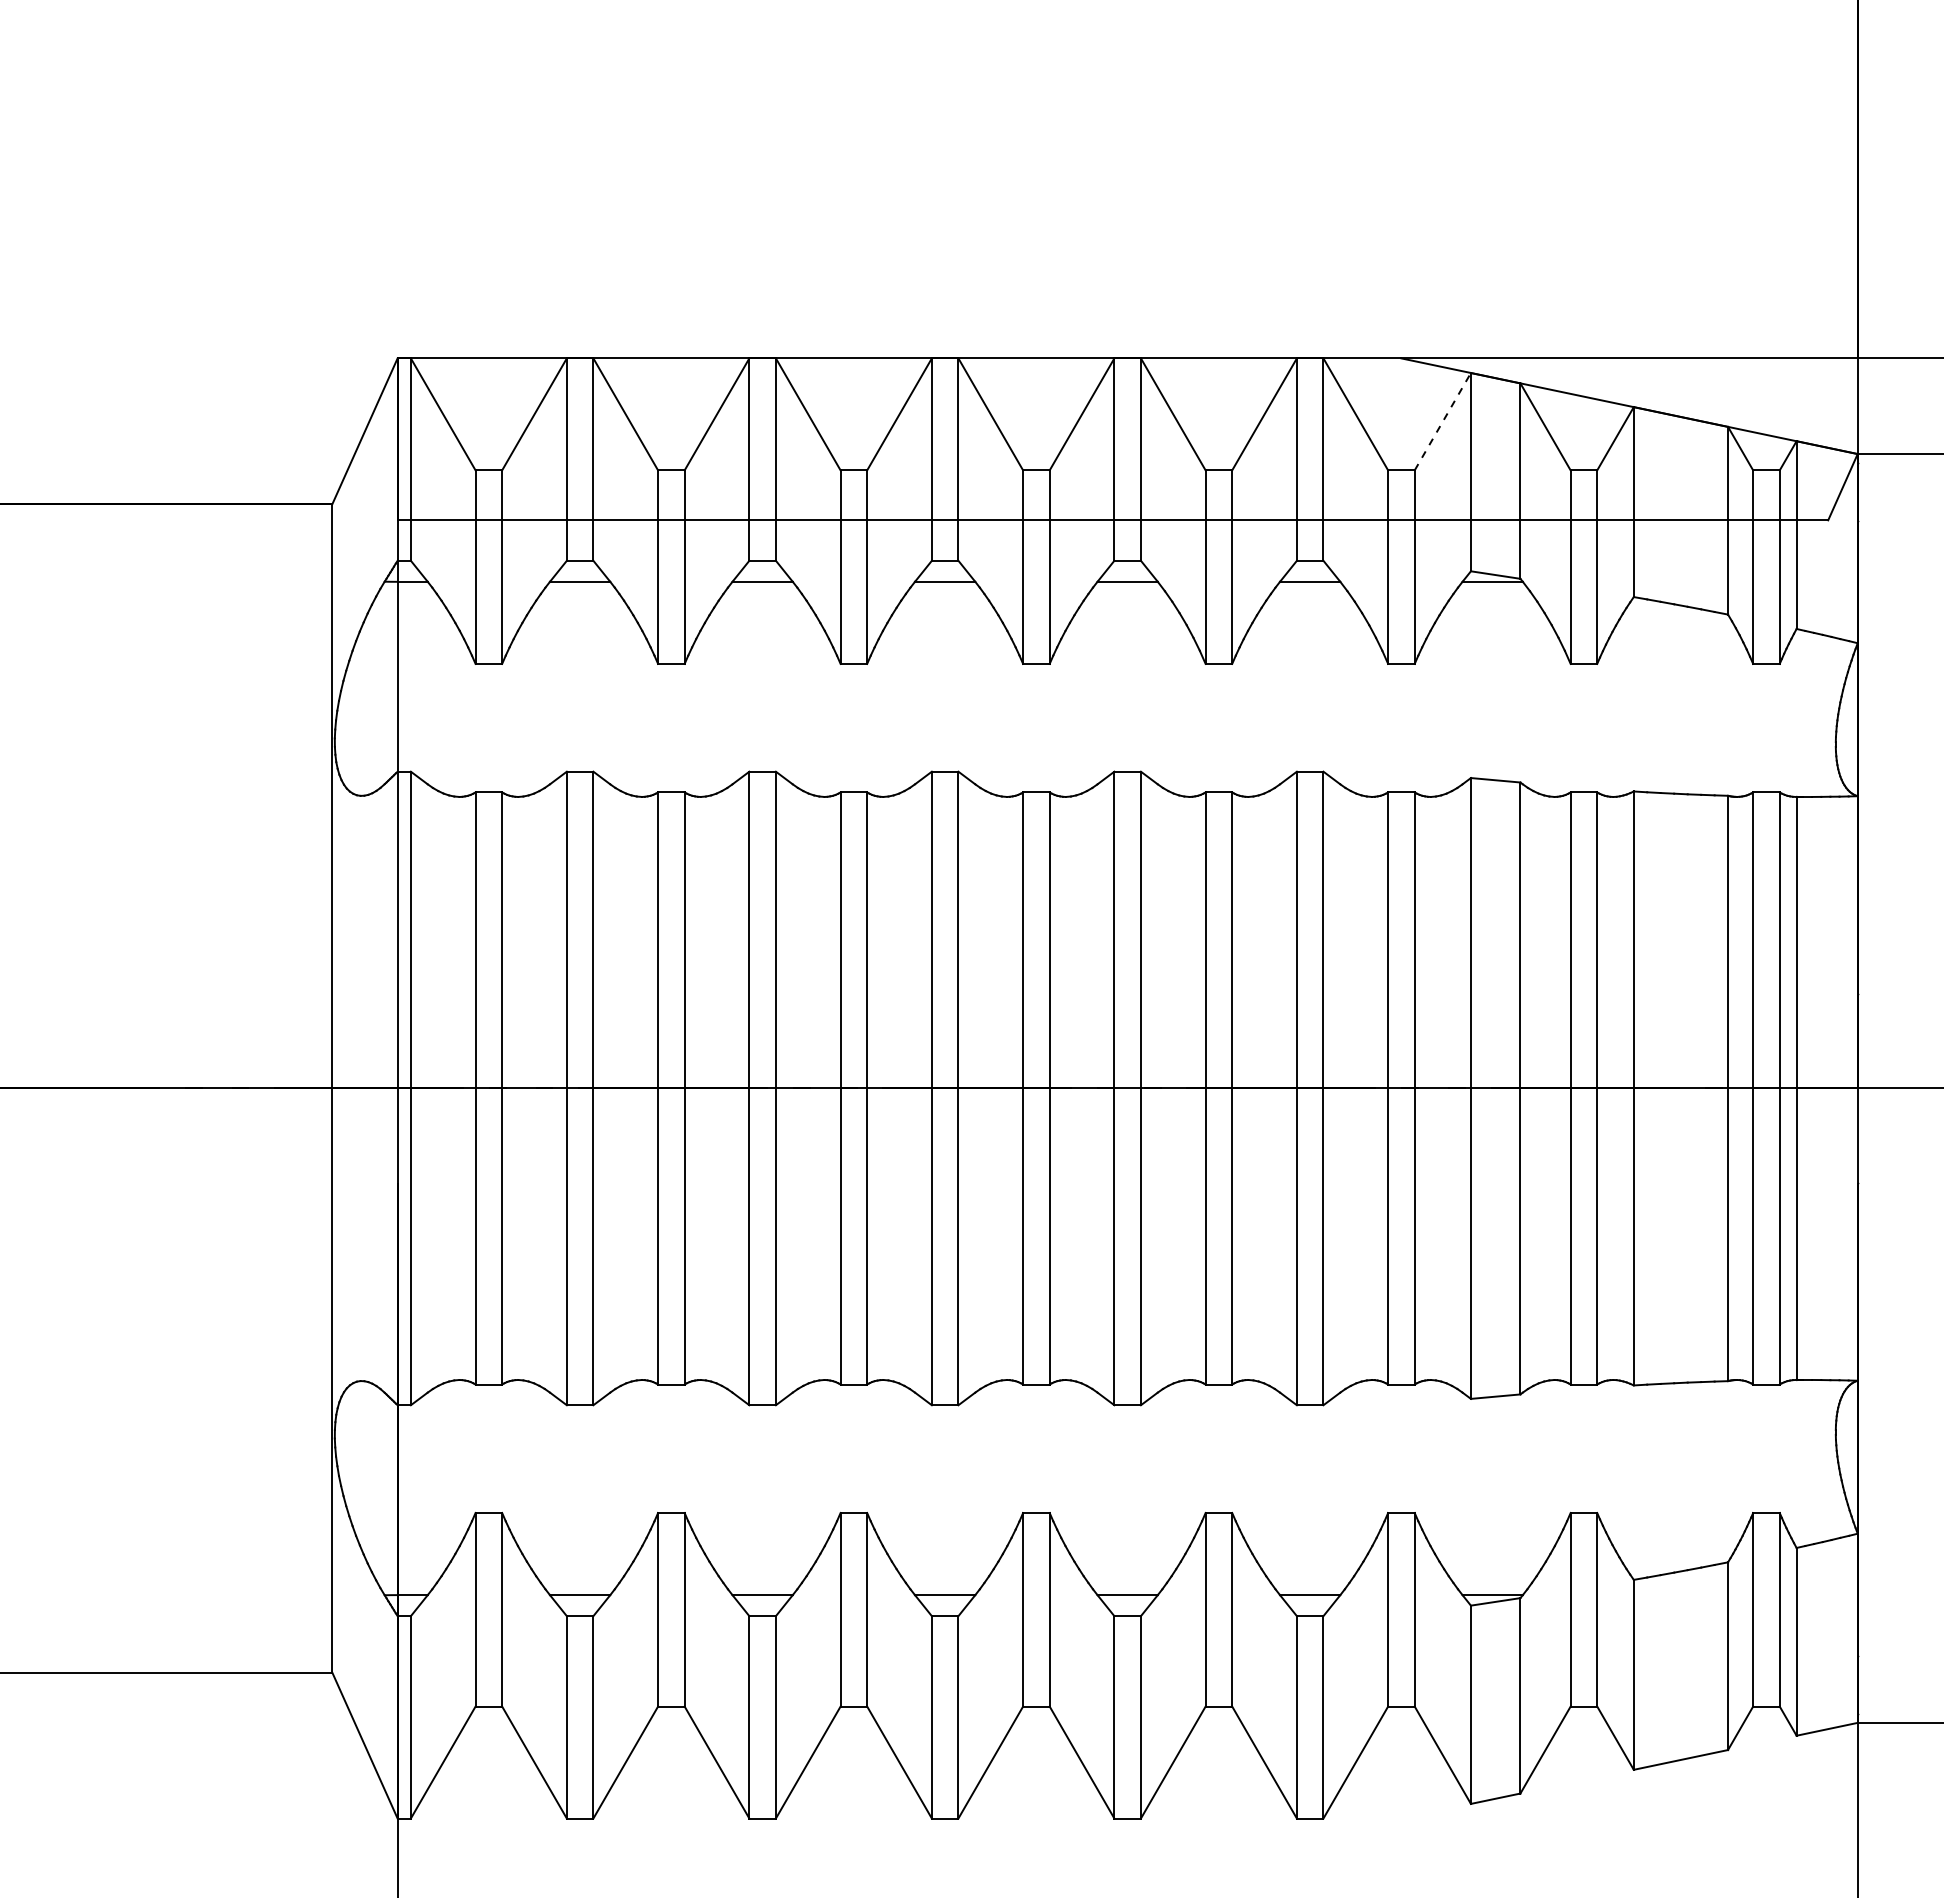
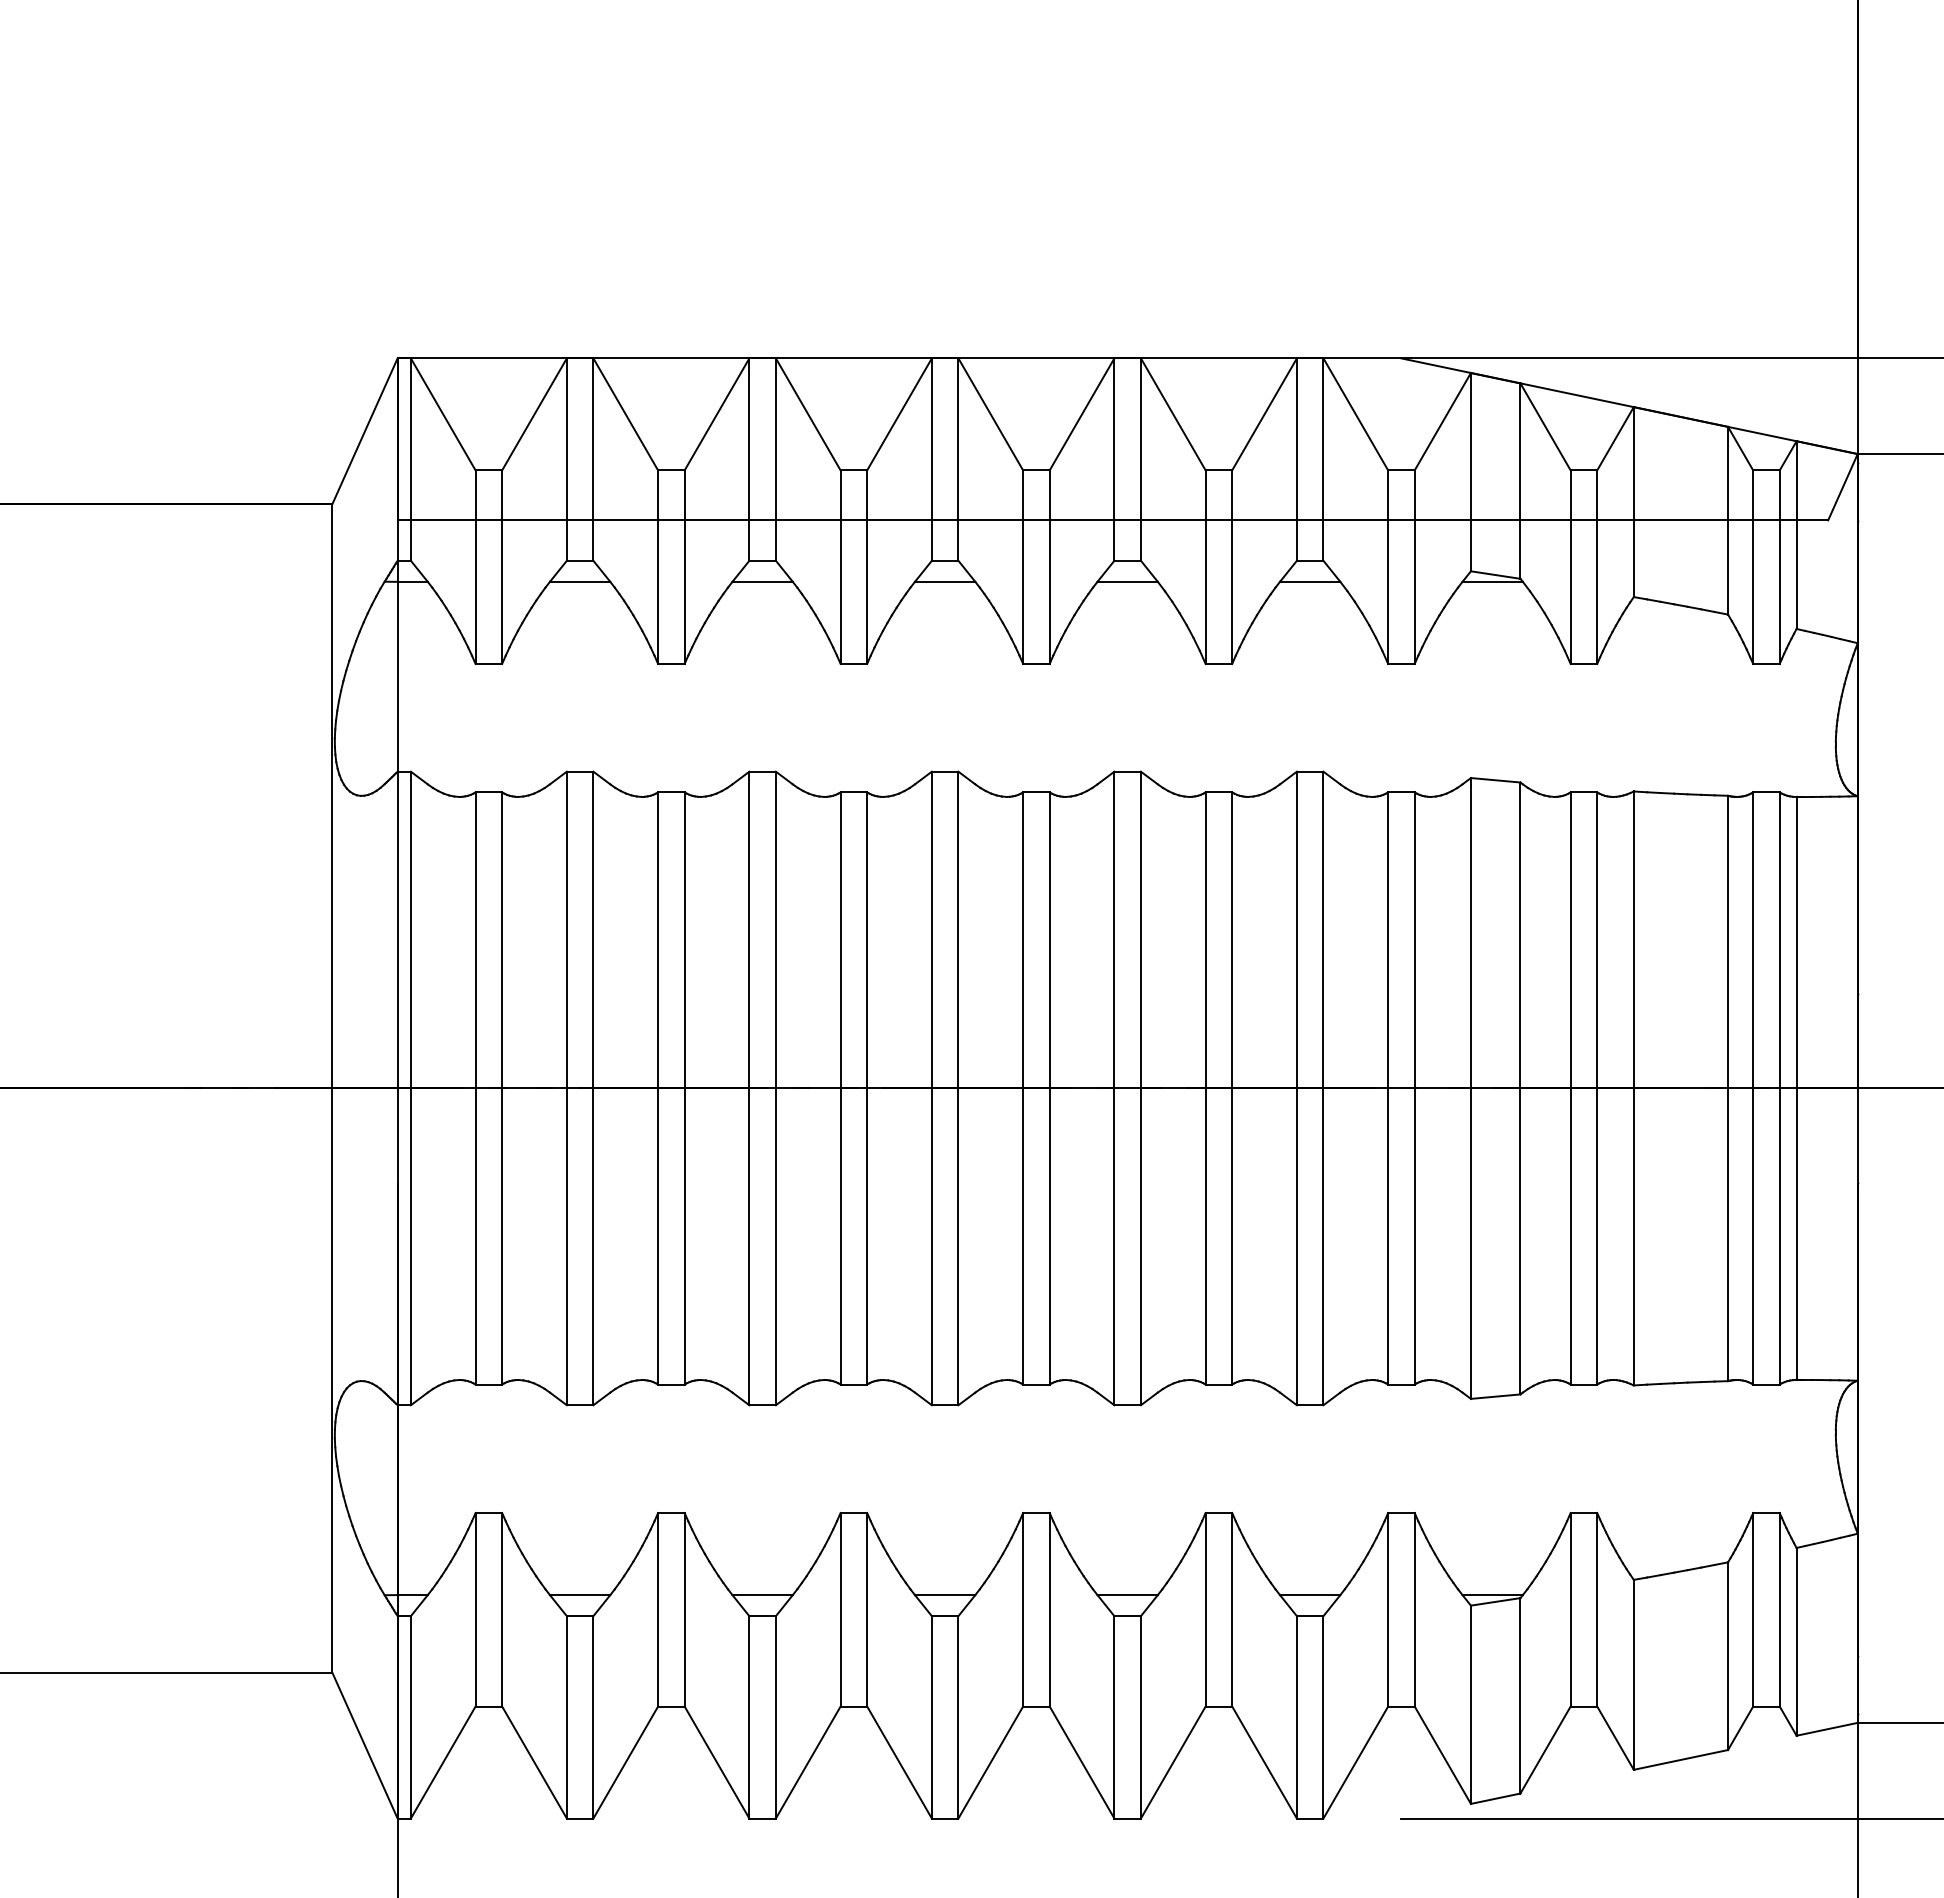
line at (1443, 421): dashed -> solid
line at (1670, 1818): none -> present
